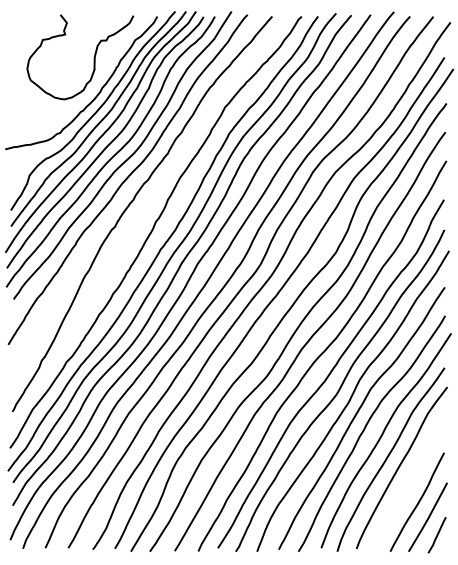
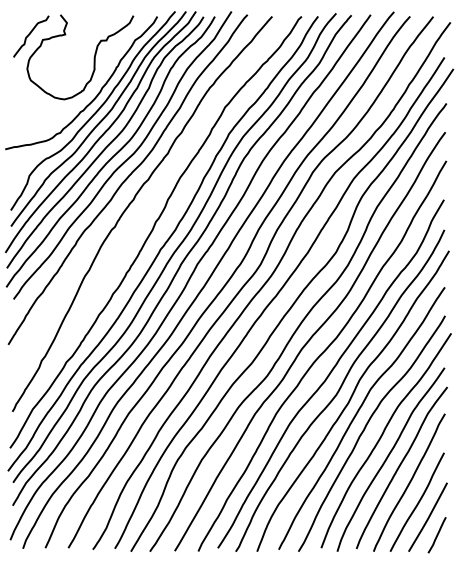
curve at (30, 34): none -> present
curve at (409, 482): none -> present
